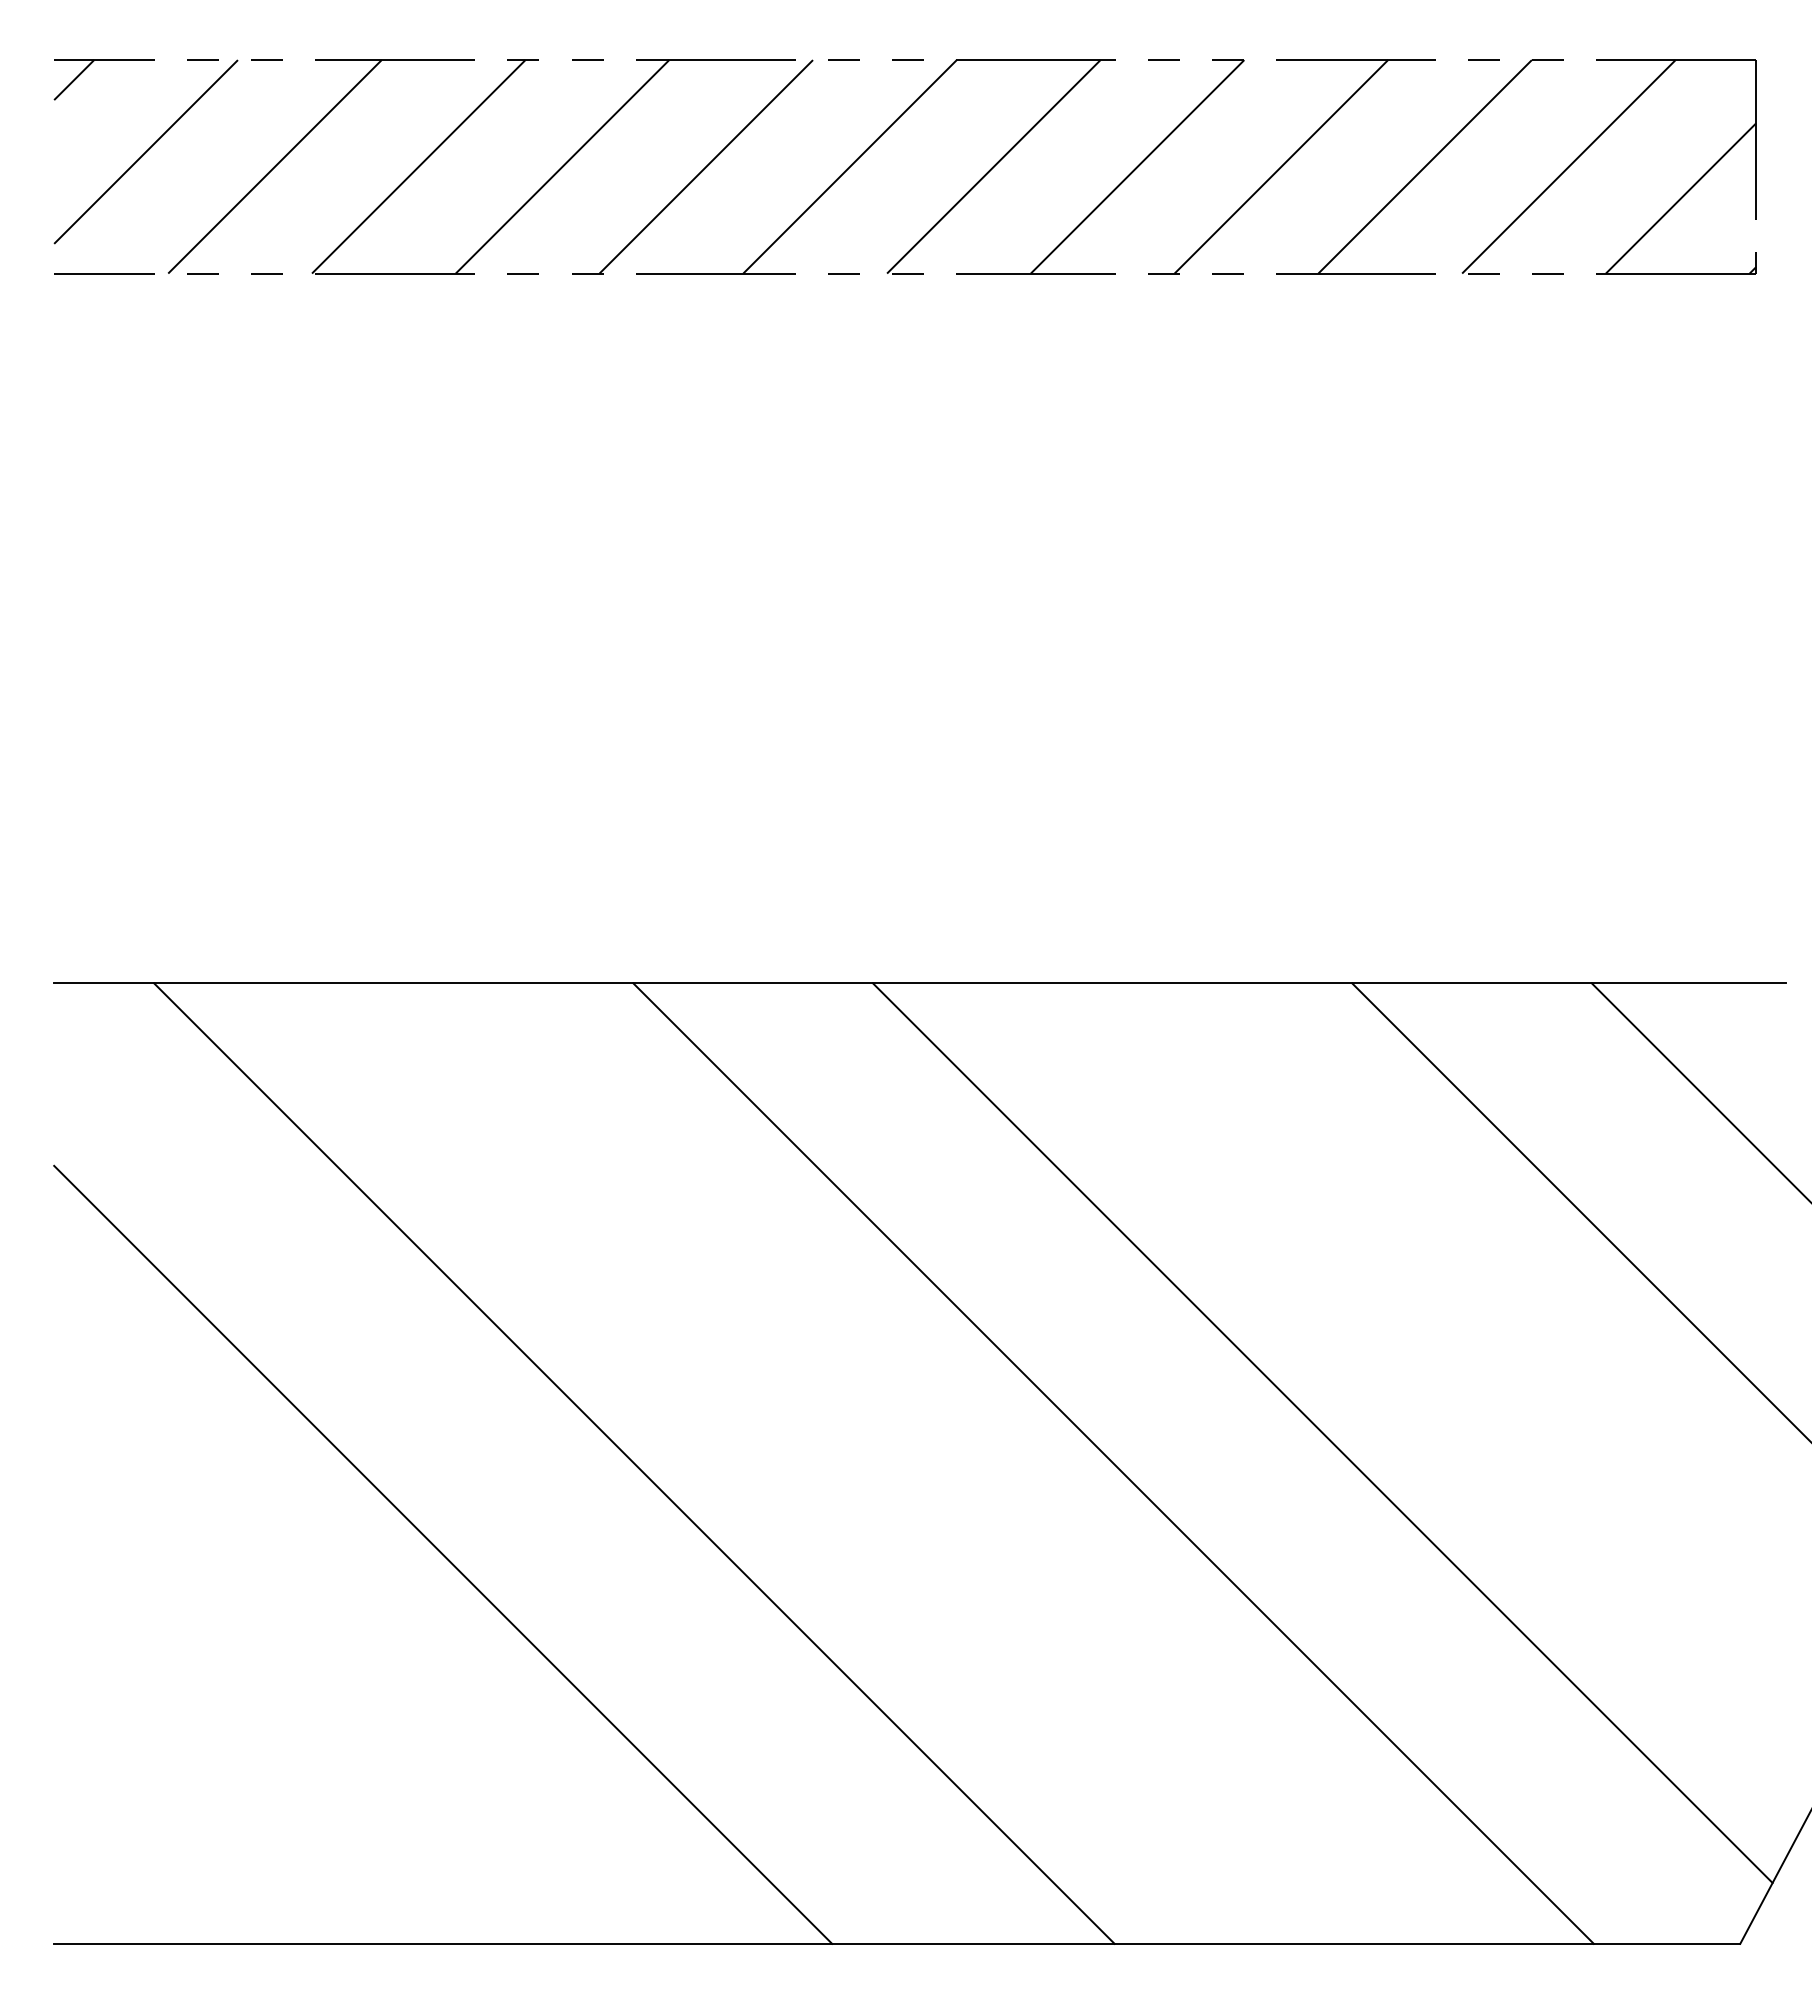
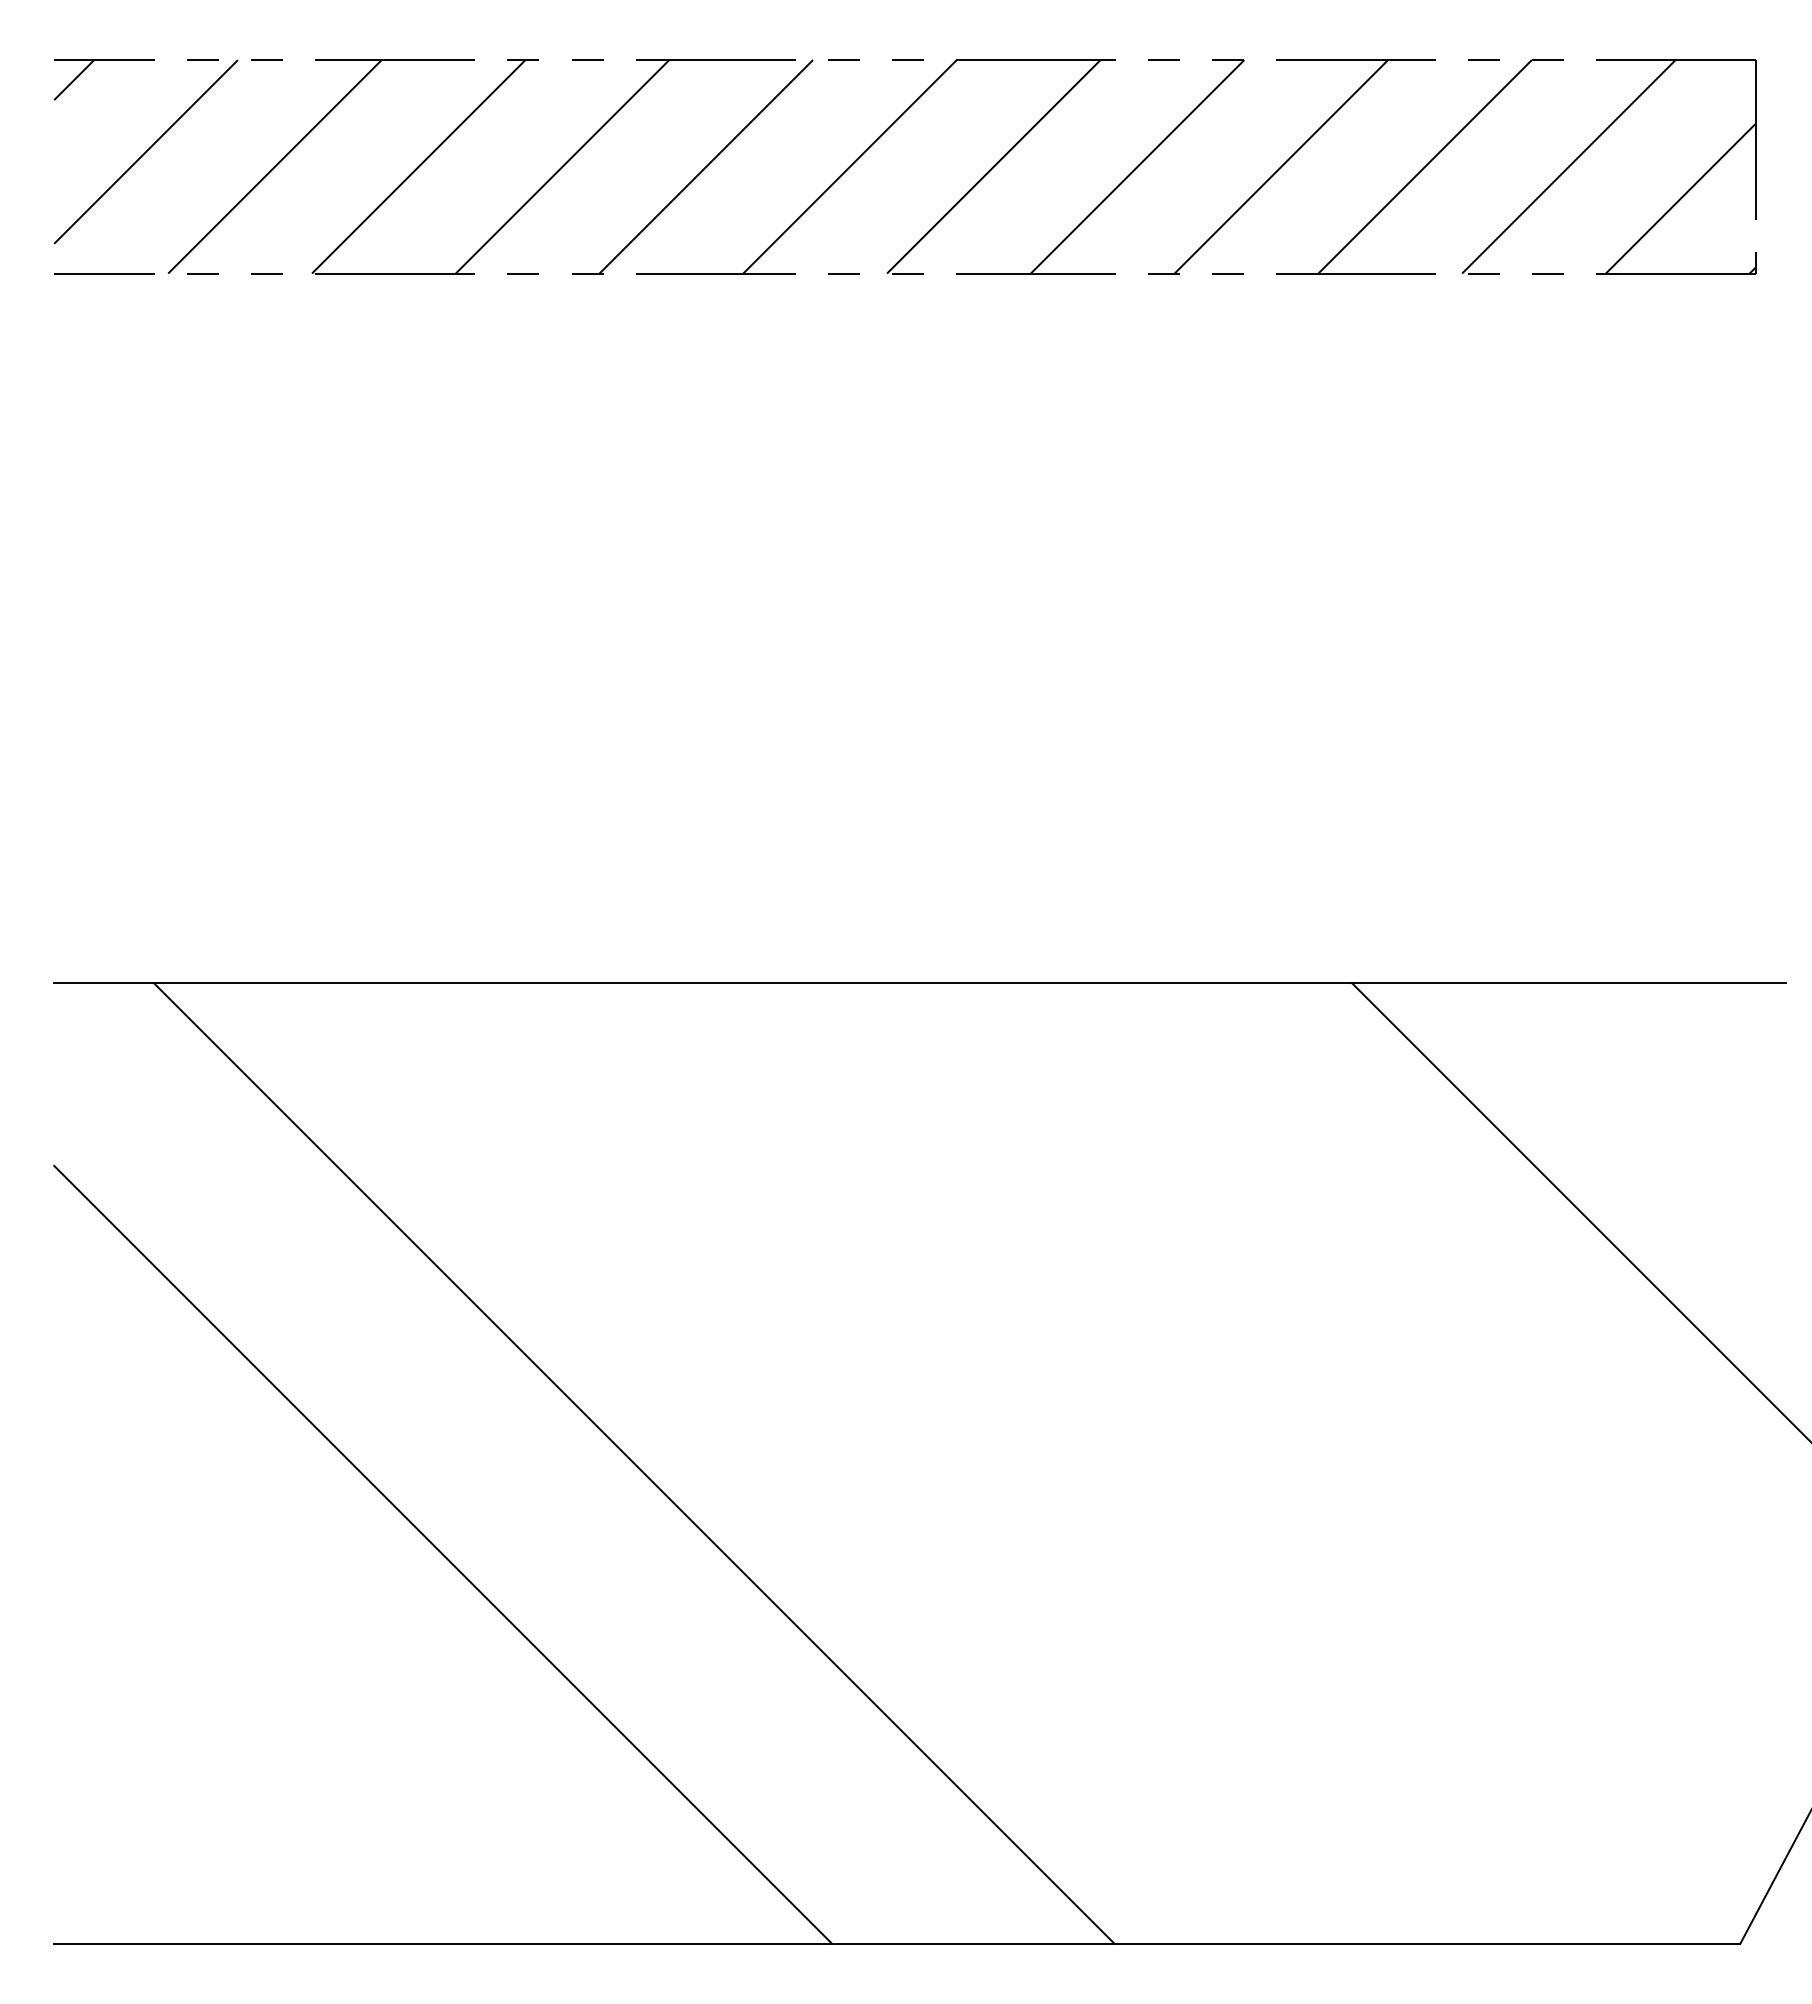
line at (1699, 1091): present -> none
line at (1322, 1433): present -> none
line at (1113, 1463): present -> none
